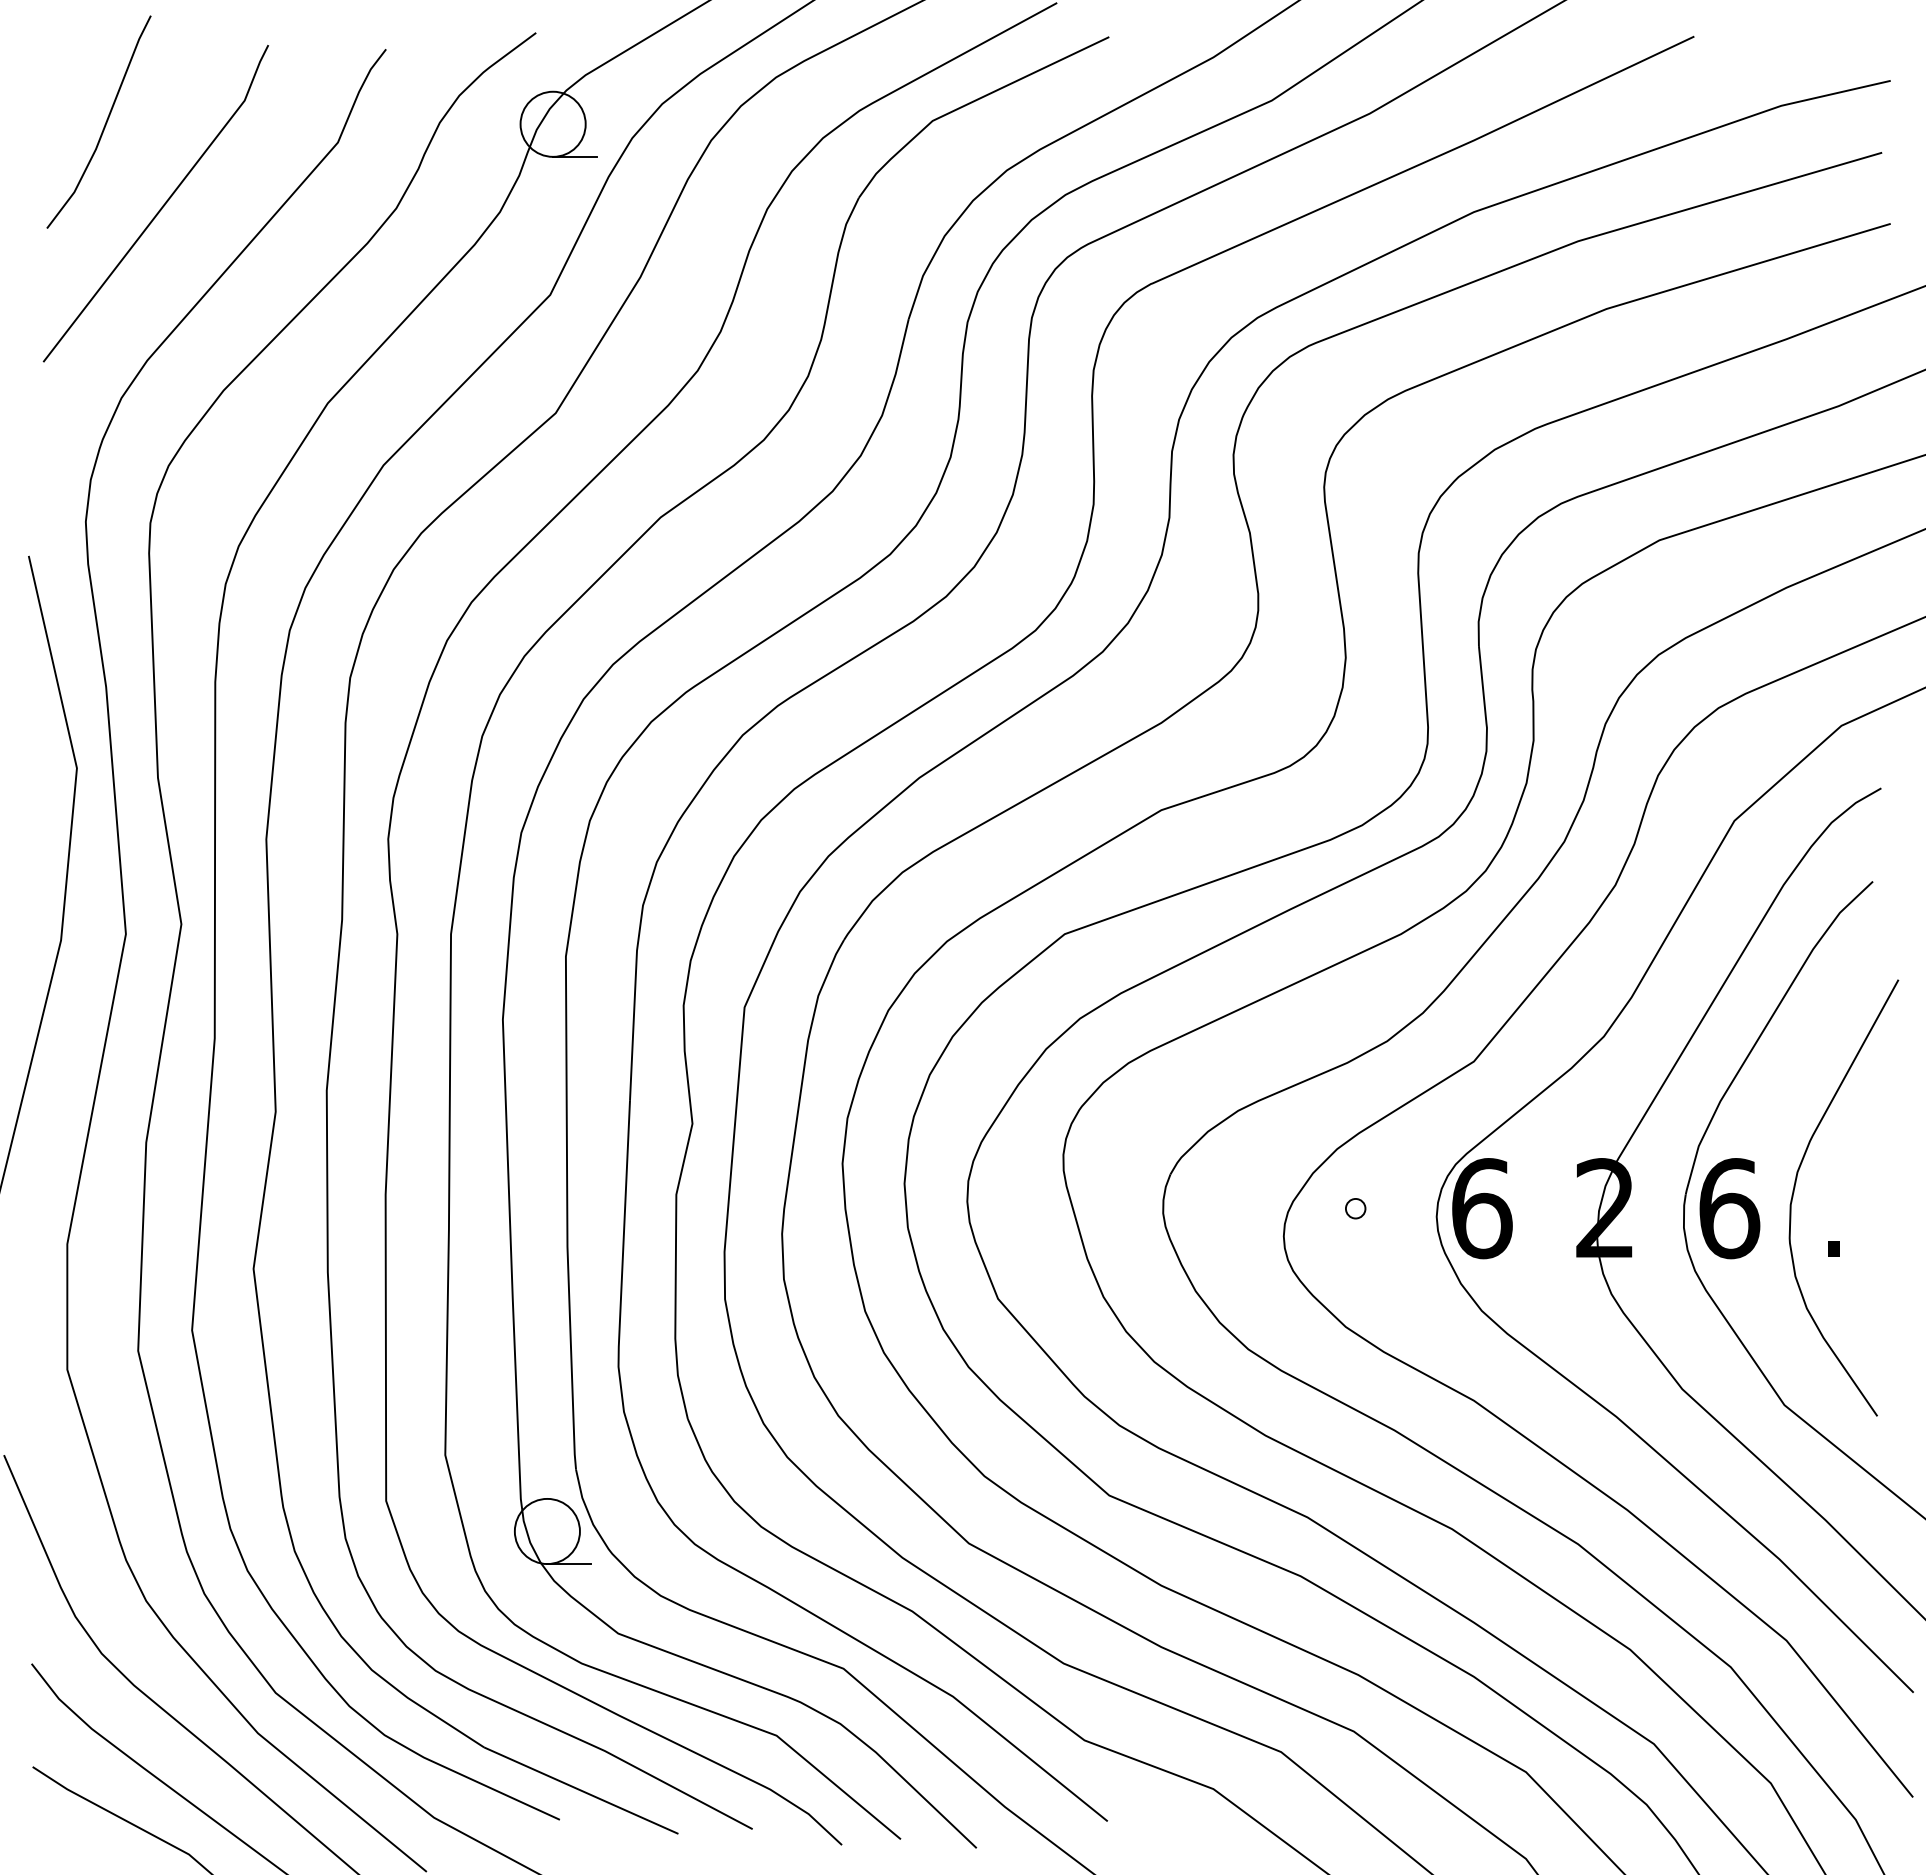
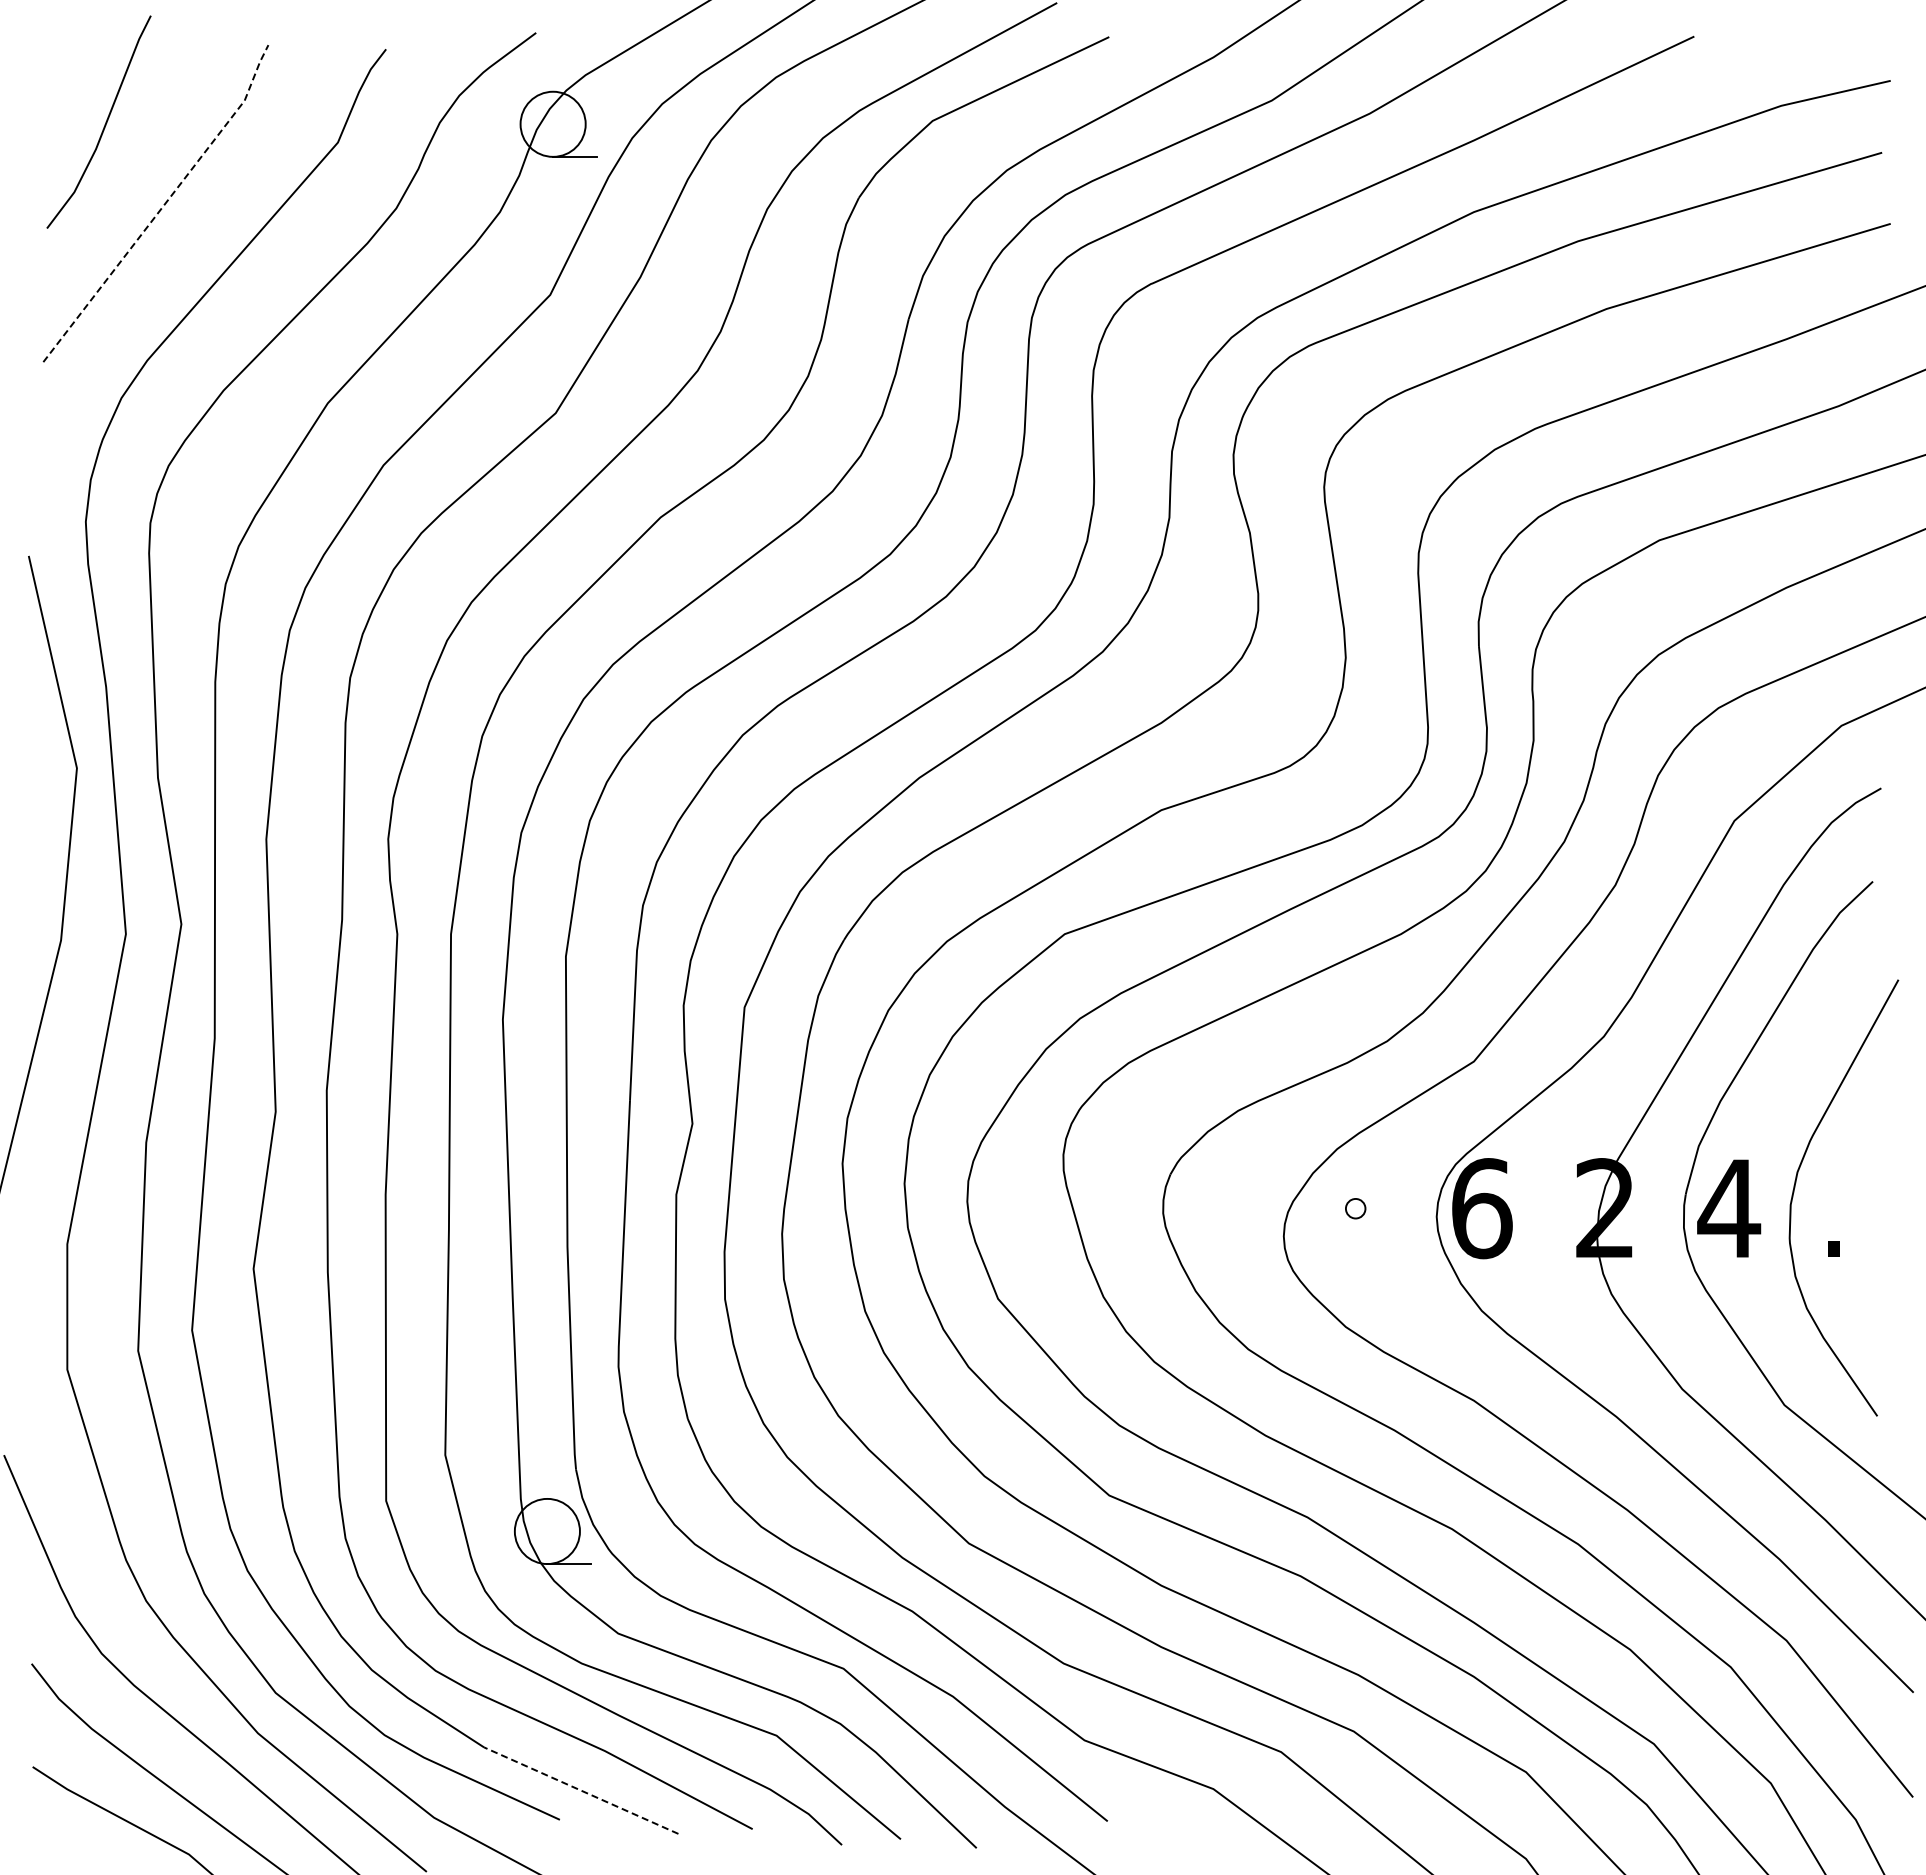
line at (163, 206): solid -> dashed
text at (1729, 1208): 6 -> 4
line at (580, 1790): solid -> dashed
